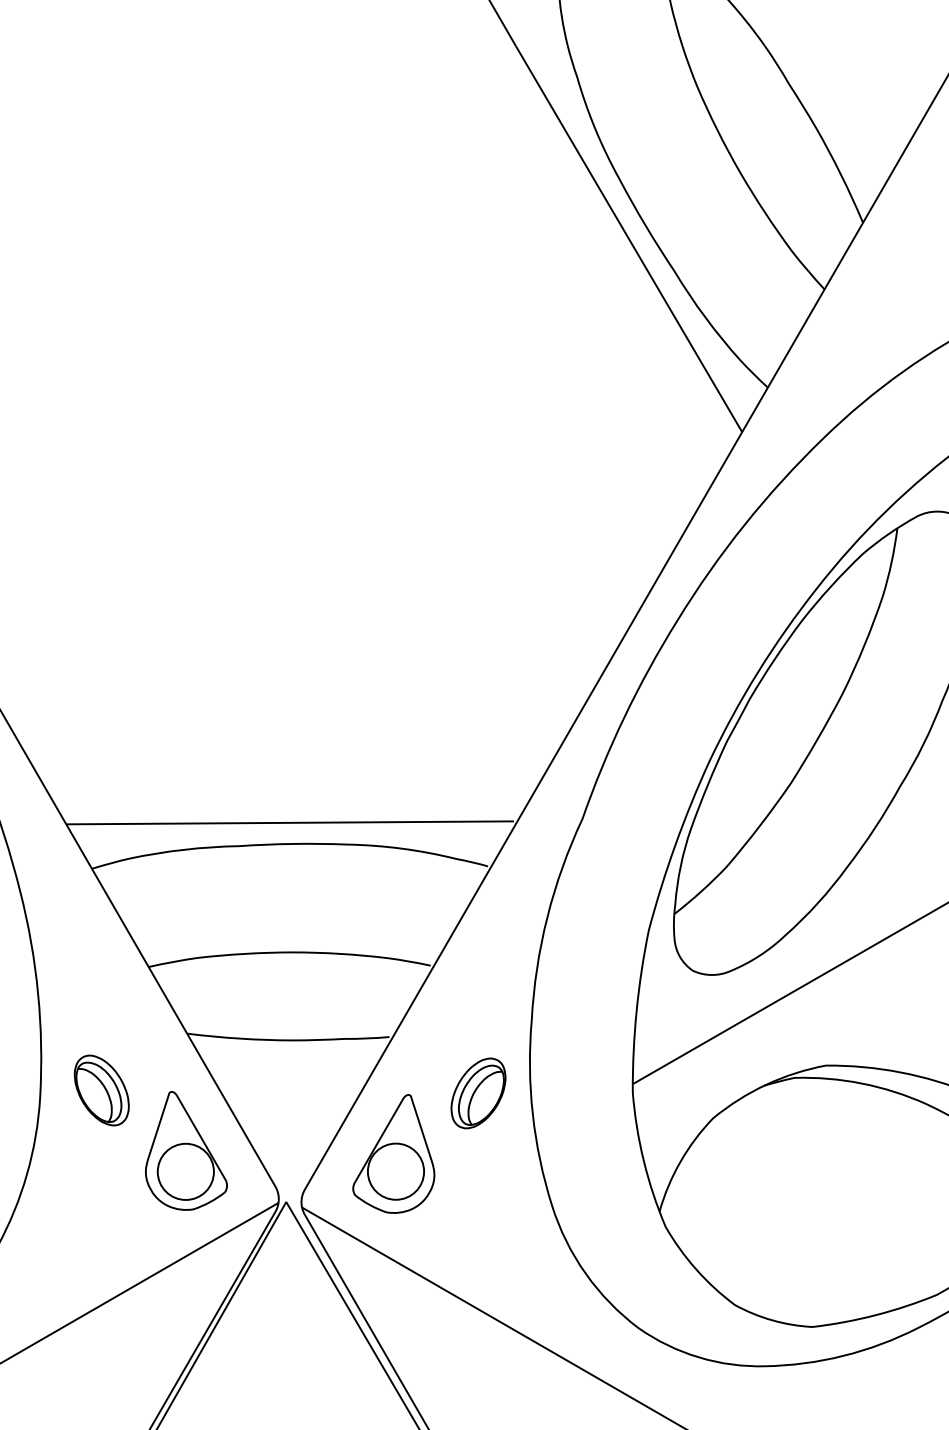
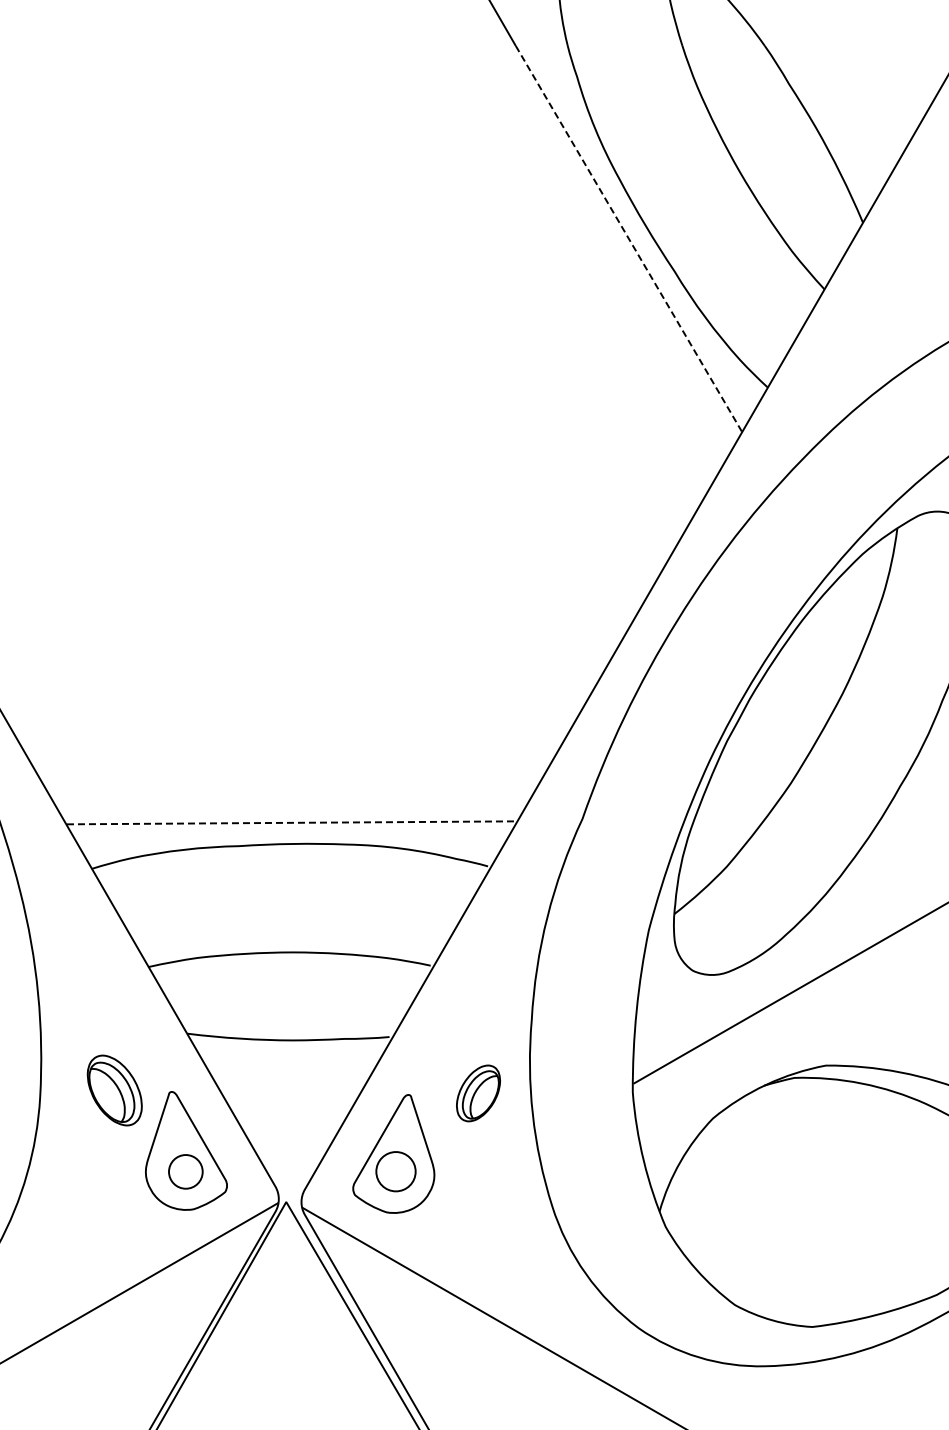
line at (628, 239): solid -> dashed
line at (290, 822): solid -> dashed
part at (101, 1090) position: (101, 1090) -> (114, 1090)
part at (478, 1093) size: 57x73 px -> 45x59 px
circle at (185, 1171) diameter: 56 px -> 34 px
circle at (395, 1171) diameter: 56 px -> 39 px
